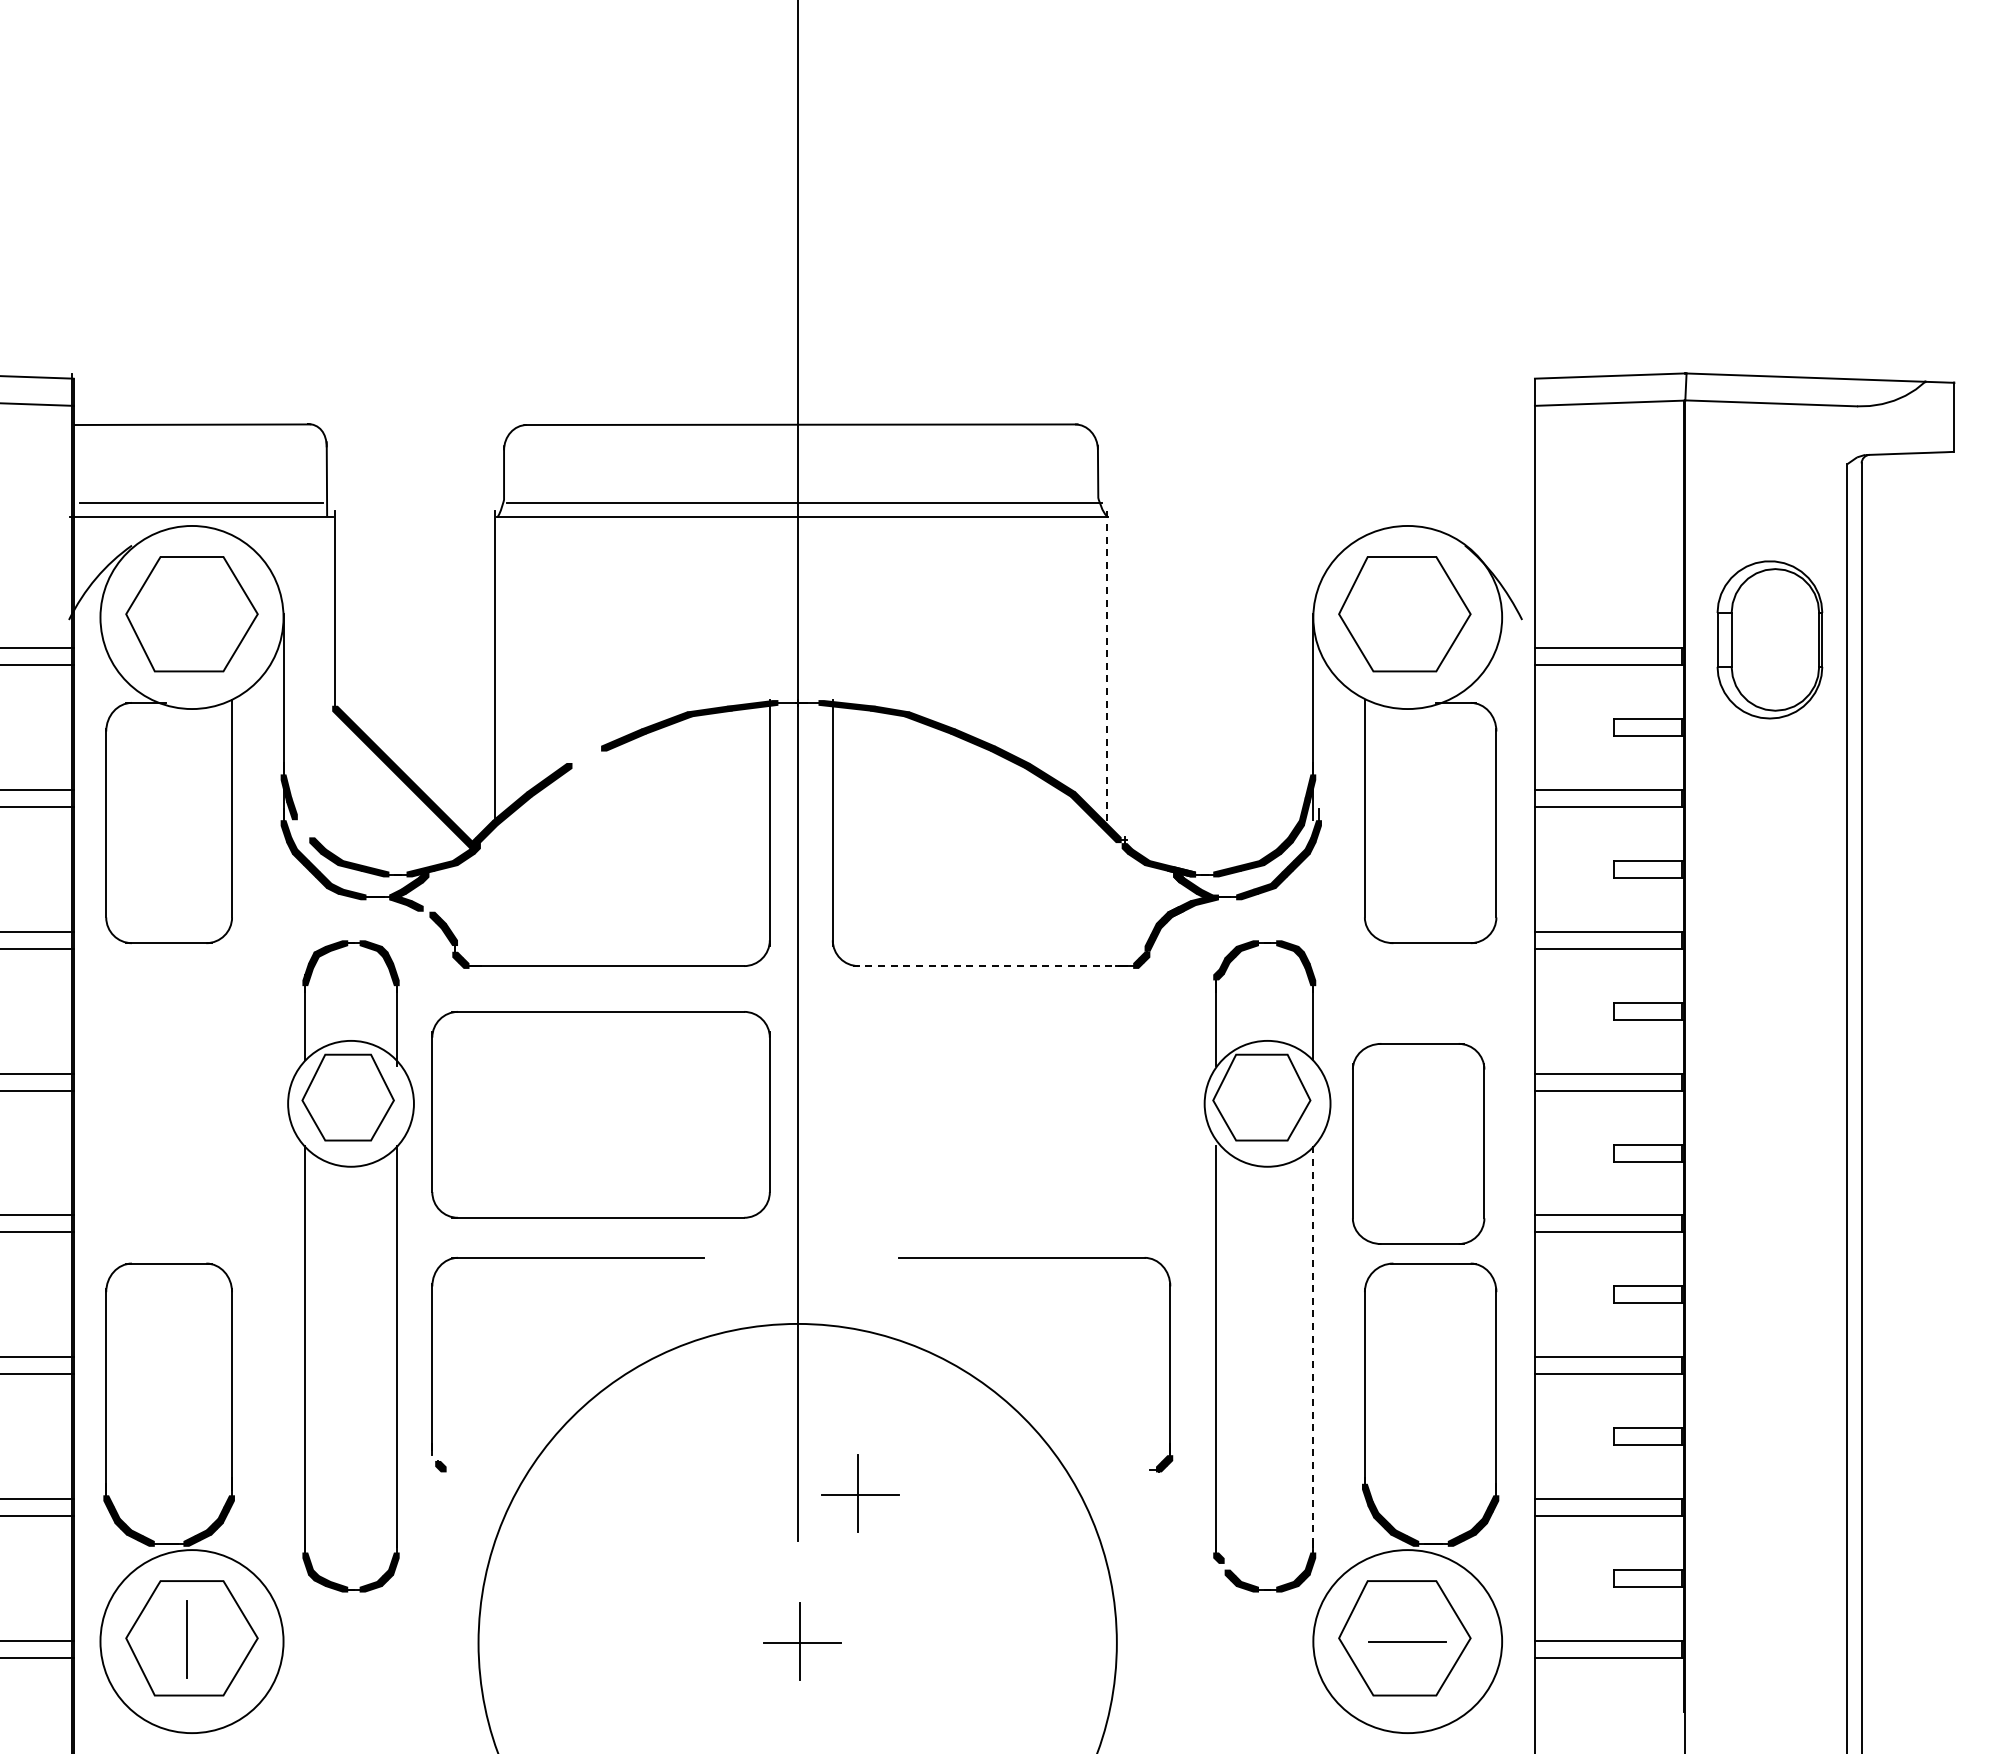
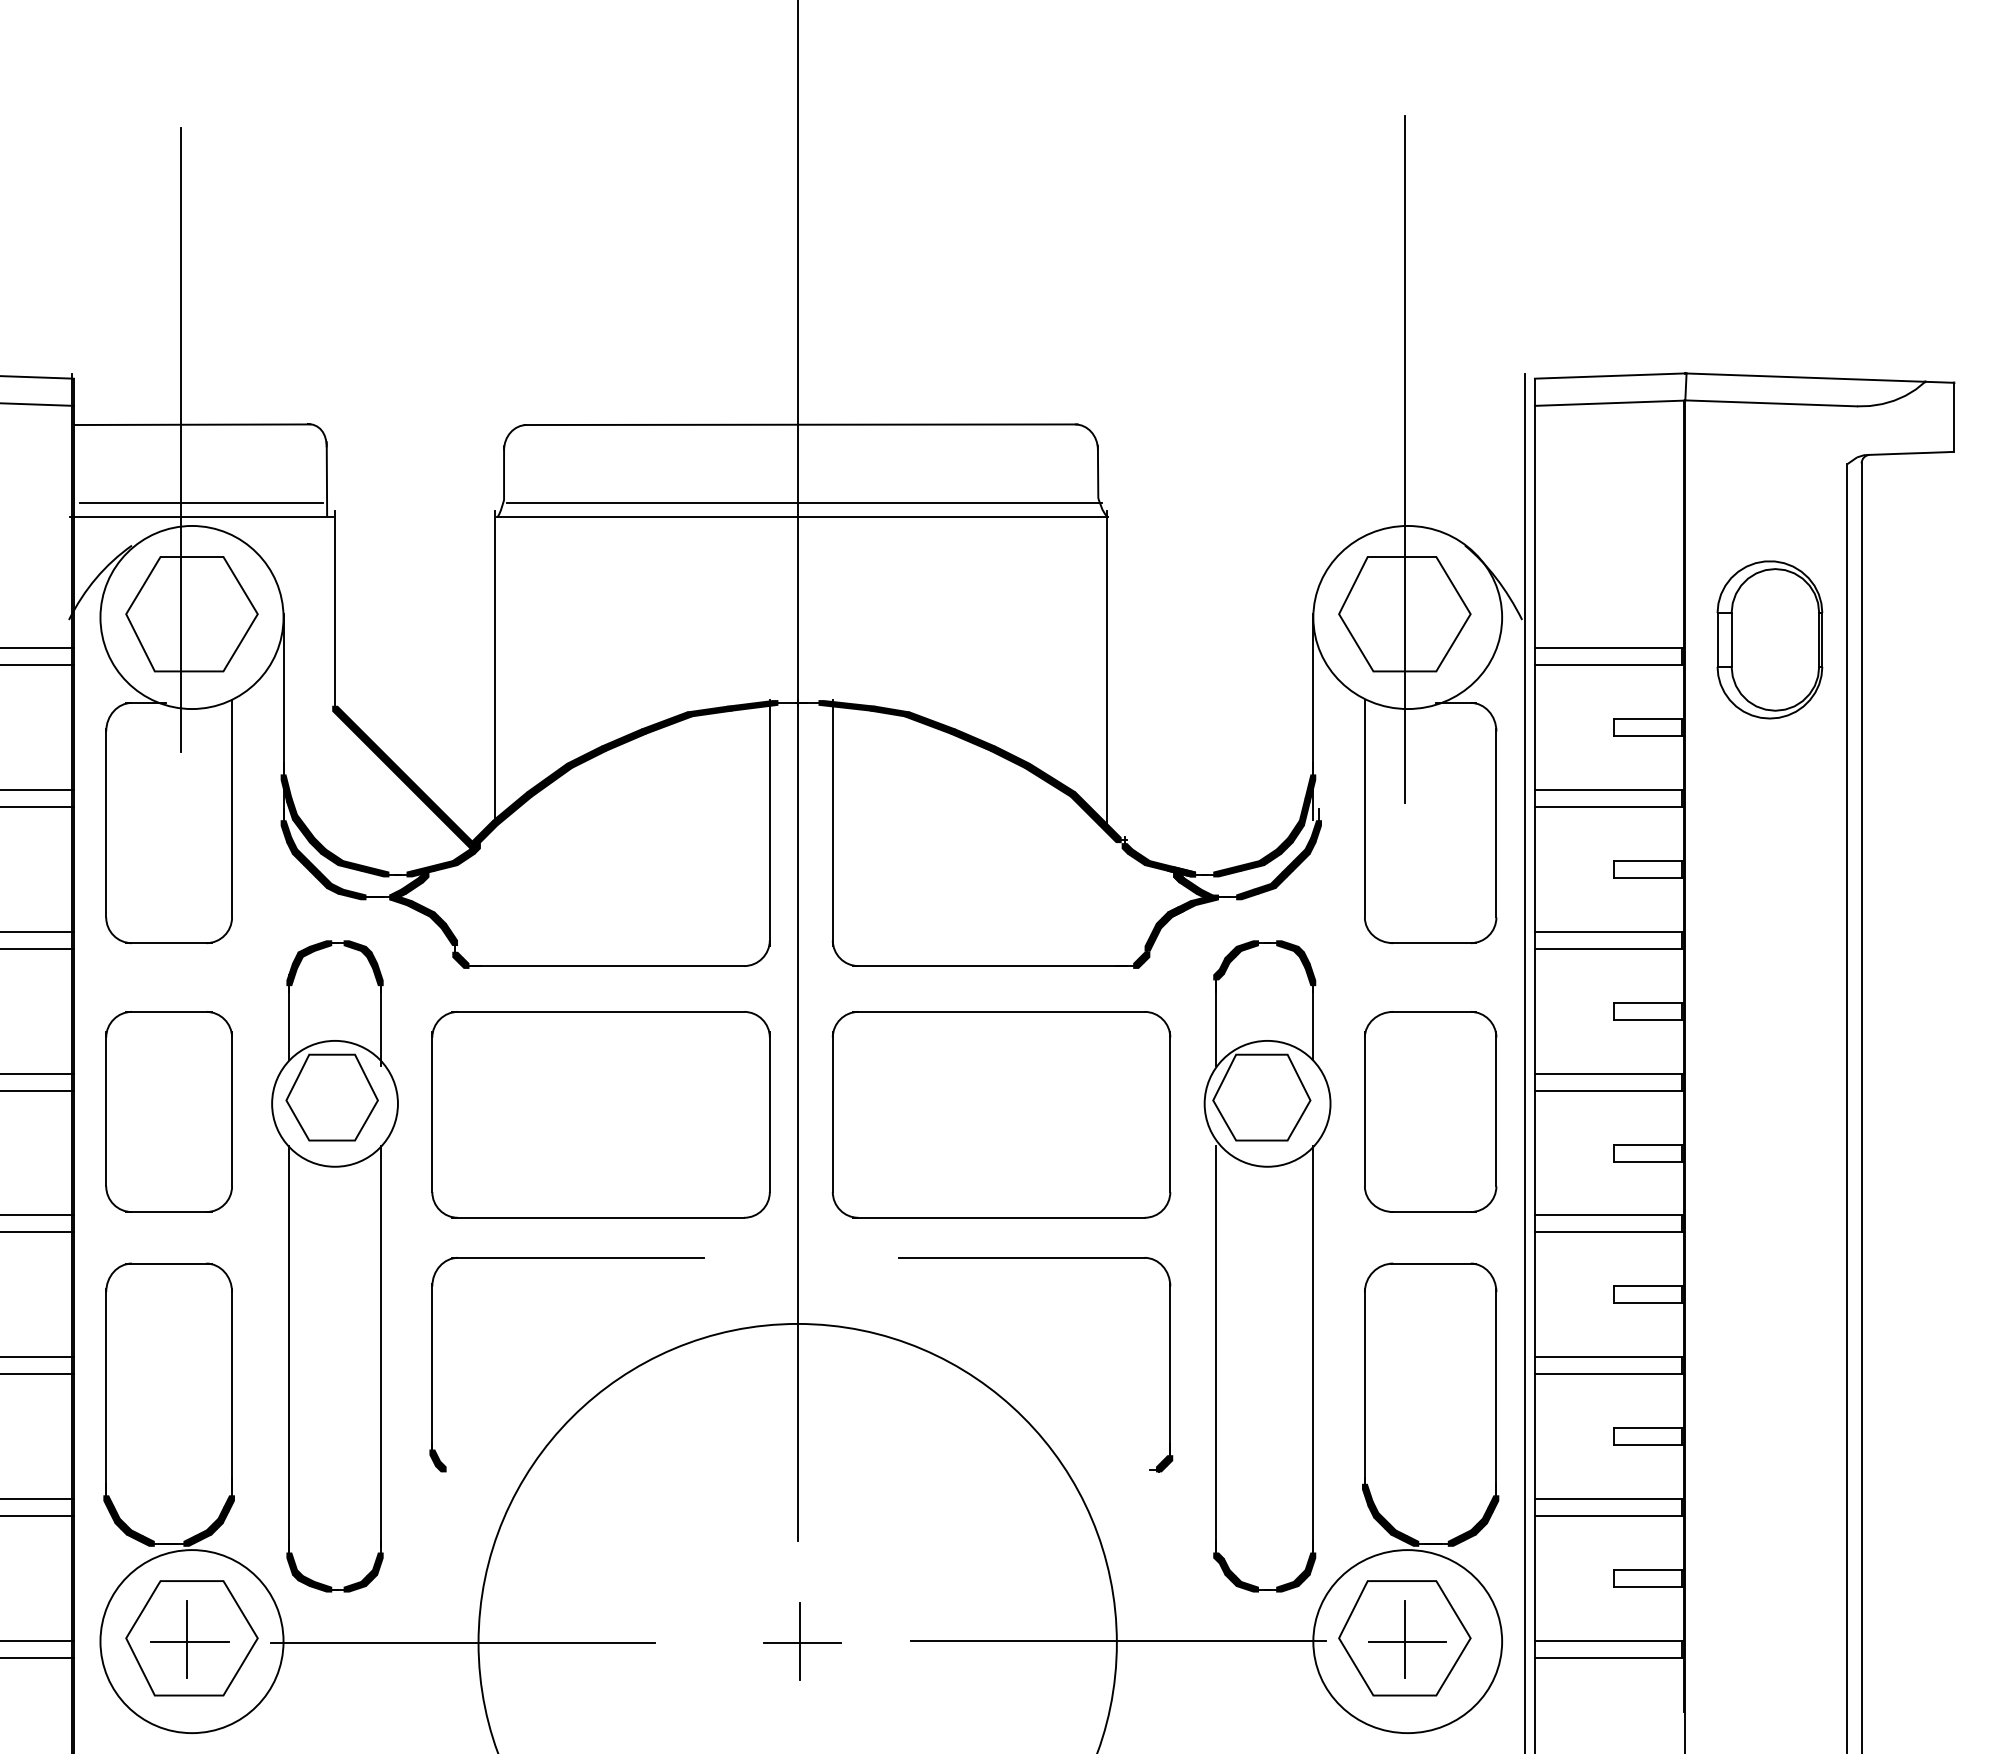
line at (180, 439): none -> present
line at (1404, 459): none -> present
line at (1107, 669): dashed -> solid
fill at (586, 756): none -> present
fill at (303, 828): none -> present
fill at (426, 911): none -> present
line at (987, 966): dashed -> solid
line at (1525, 1061): none -> present
part at (168, 1111): none -> present
part at (1001, 1114): none -> present
part at (1418, 1143) position: (1418, 1143) -> (1430, 1111)
part at (350, 1266) position: (350, 1266) -> (334, 1266)
line at (1313, 1349): dashed -> solid
fill at (434, 1457): none -> present
part at (860, 1493): present -> none
fill at (1224, 1566): none -> present
line at (1405, 1639): none -> present
line at (189, 1641): none -> present
line at (1118, 1641): none -> present
line at (463, 1643): none -> present
